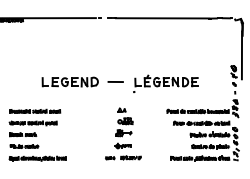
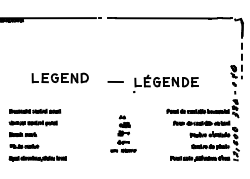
line at (241, 55): solid -> dashed
part at (69, 81) position: (69, 81) -> (59, 77)
part at (123, 133) size: 37x54 px -> 27x38 px
